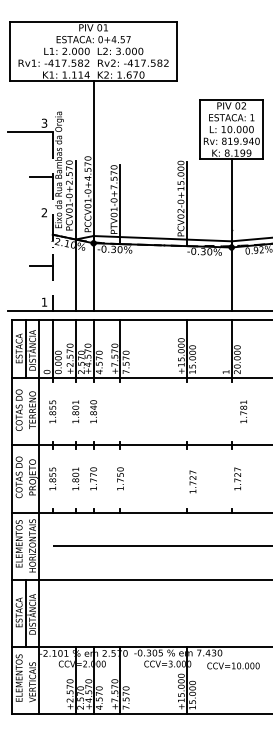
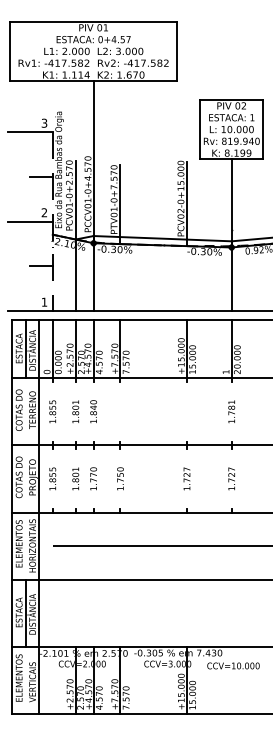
line at (30, 221): none -> present
text at (243, 411) position: (243, 411) -> (231, 411)
text at (237, 478) position: (237, 478) -> (231, 478)
text at (192, 481) position: (192, 481) -> (186, 478)
